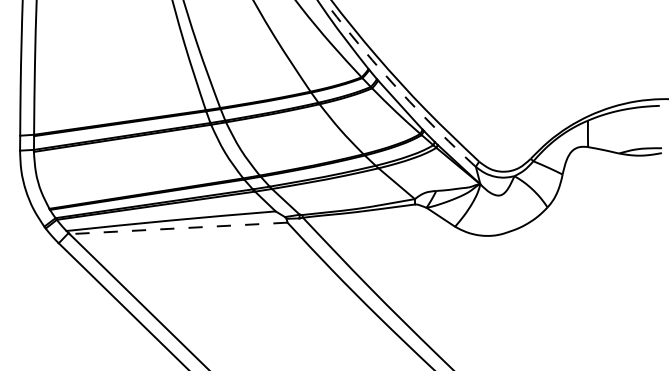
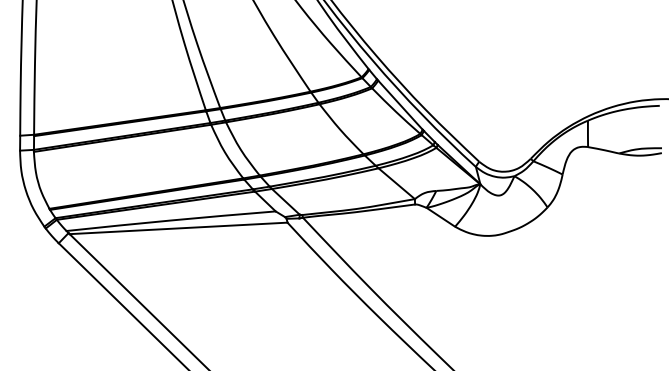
arc at (396, 87): dashed -> solid
line at (178, 228): dashed -> solid
